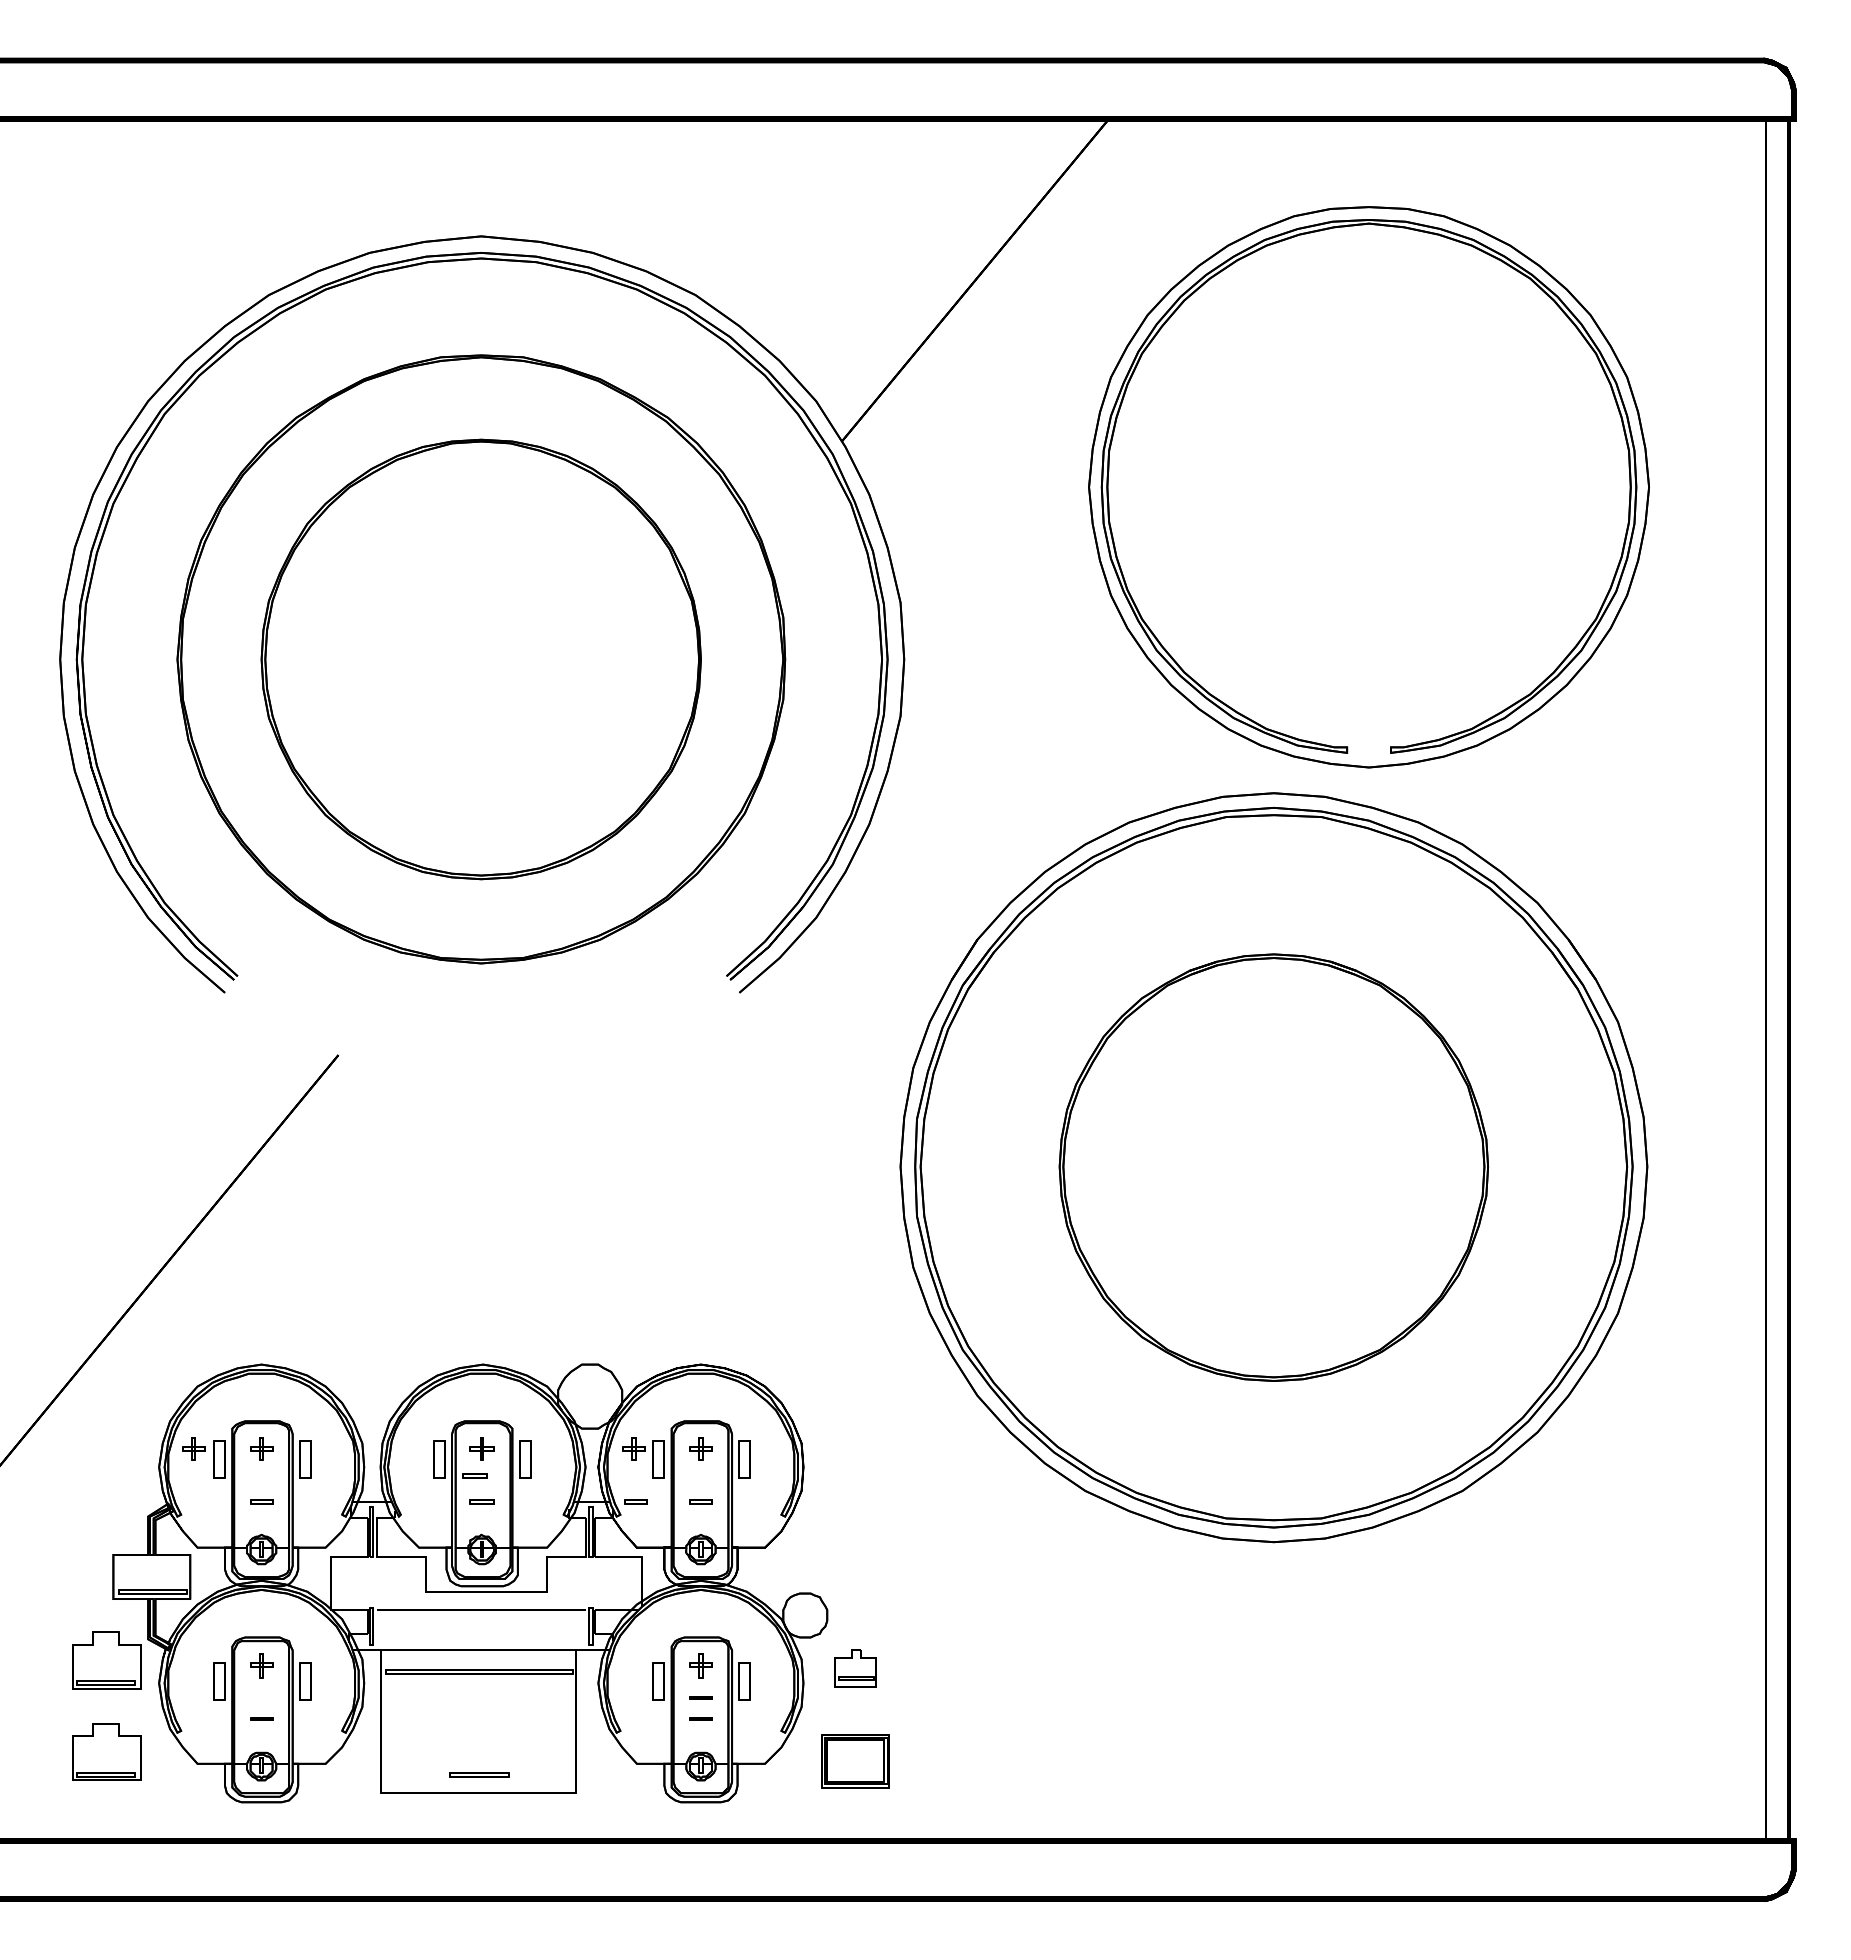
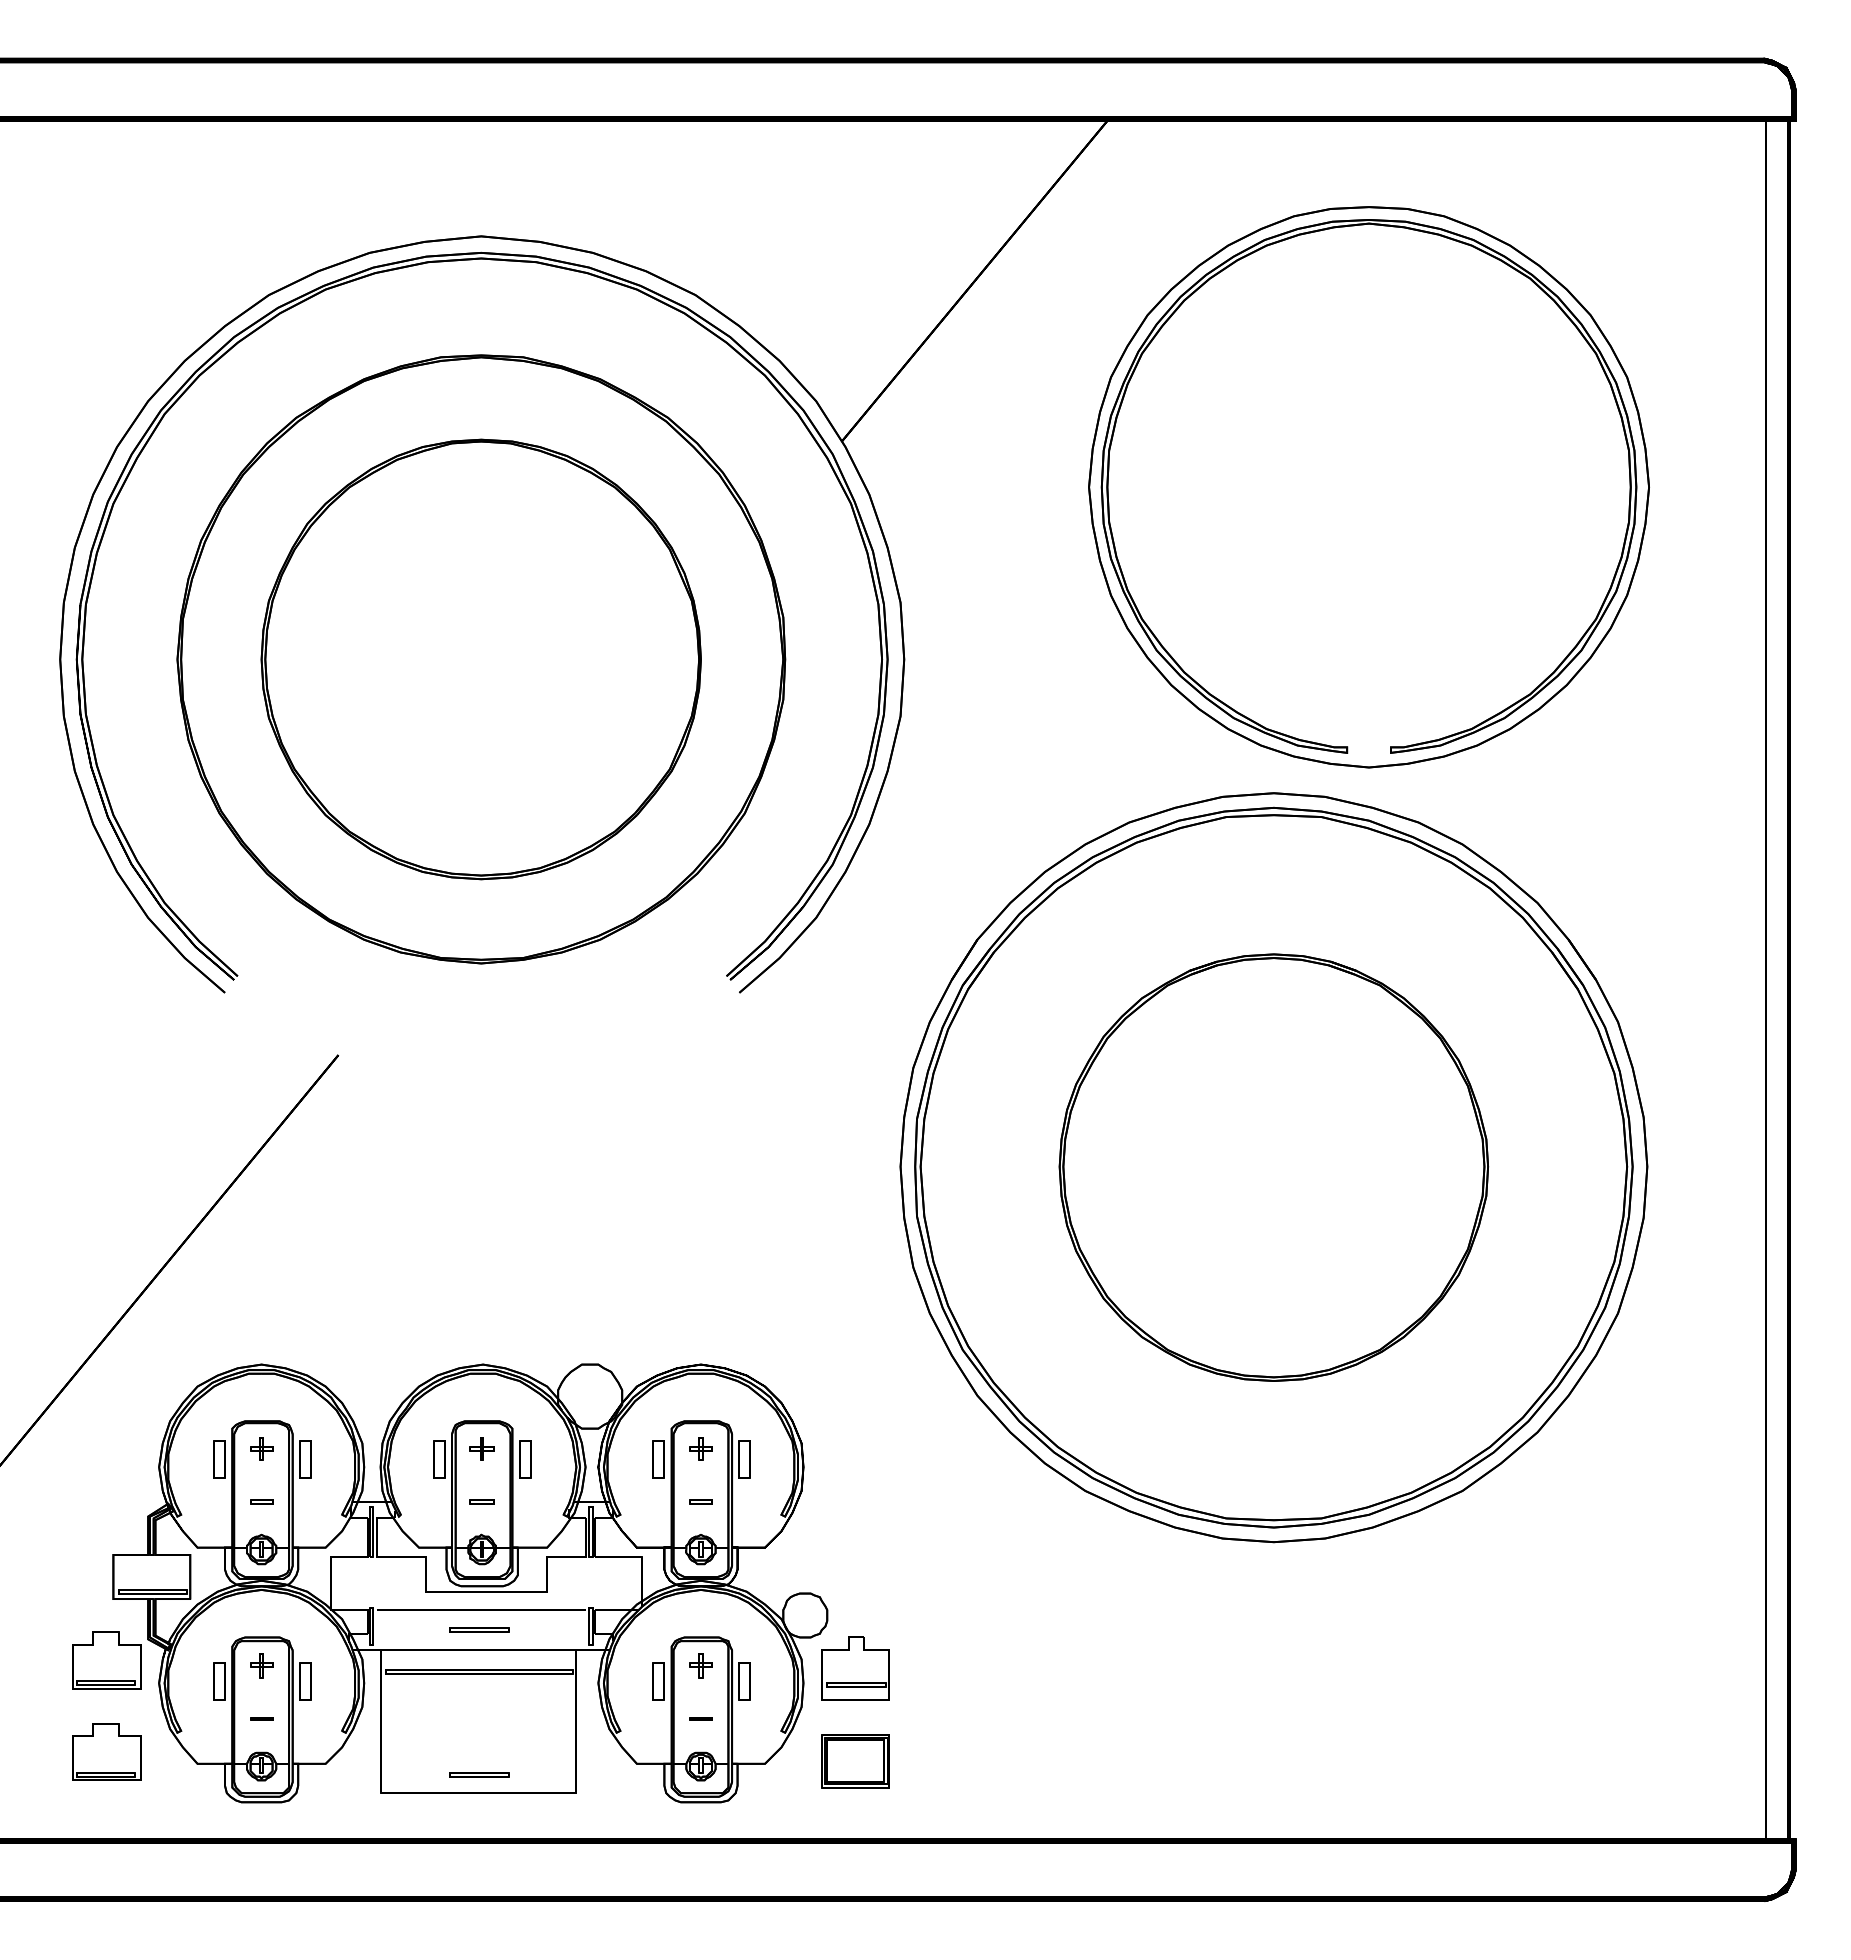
part at (193, 1448): present -> none
part at (633, 1448): present -> none
part at (474, 1475): present -> none
part at (635, 1501): present -> none
part at (479, 1629): none -> present
part at (855, 1668) size: 43x39 px -> 69x65 px
line at (700, 1697): present -> none
